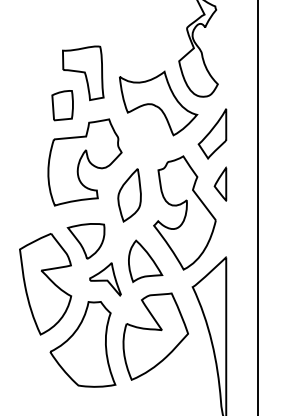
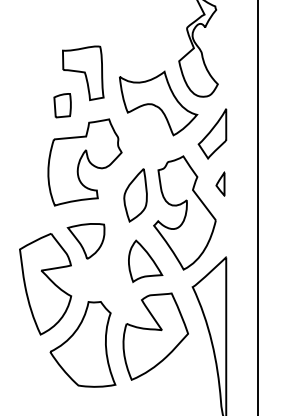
part at (62, 105) size: 23x32 px -> 19x26 px
part at (220, 183) size: 15x36 px -> 11x26 px
part at (129, 195) position: (129, 195) -> (135, 195)
part at (105, 279): present -> none
